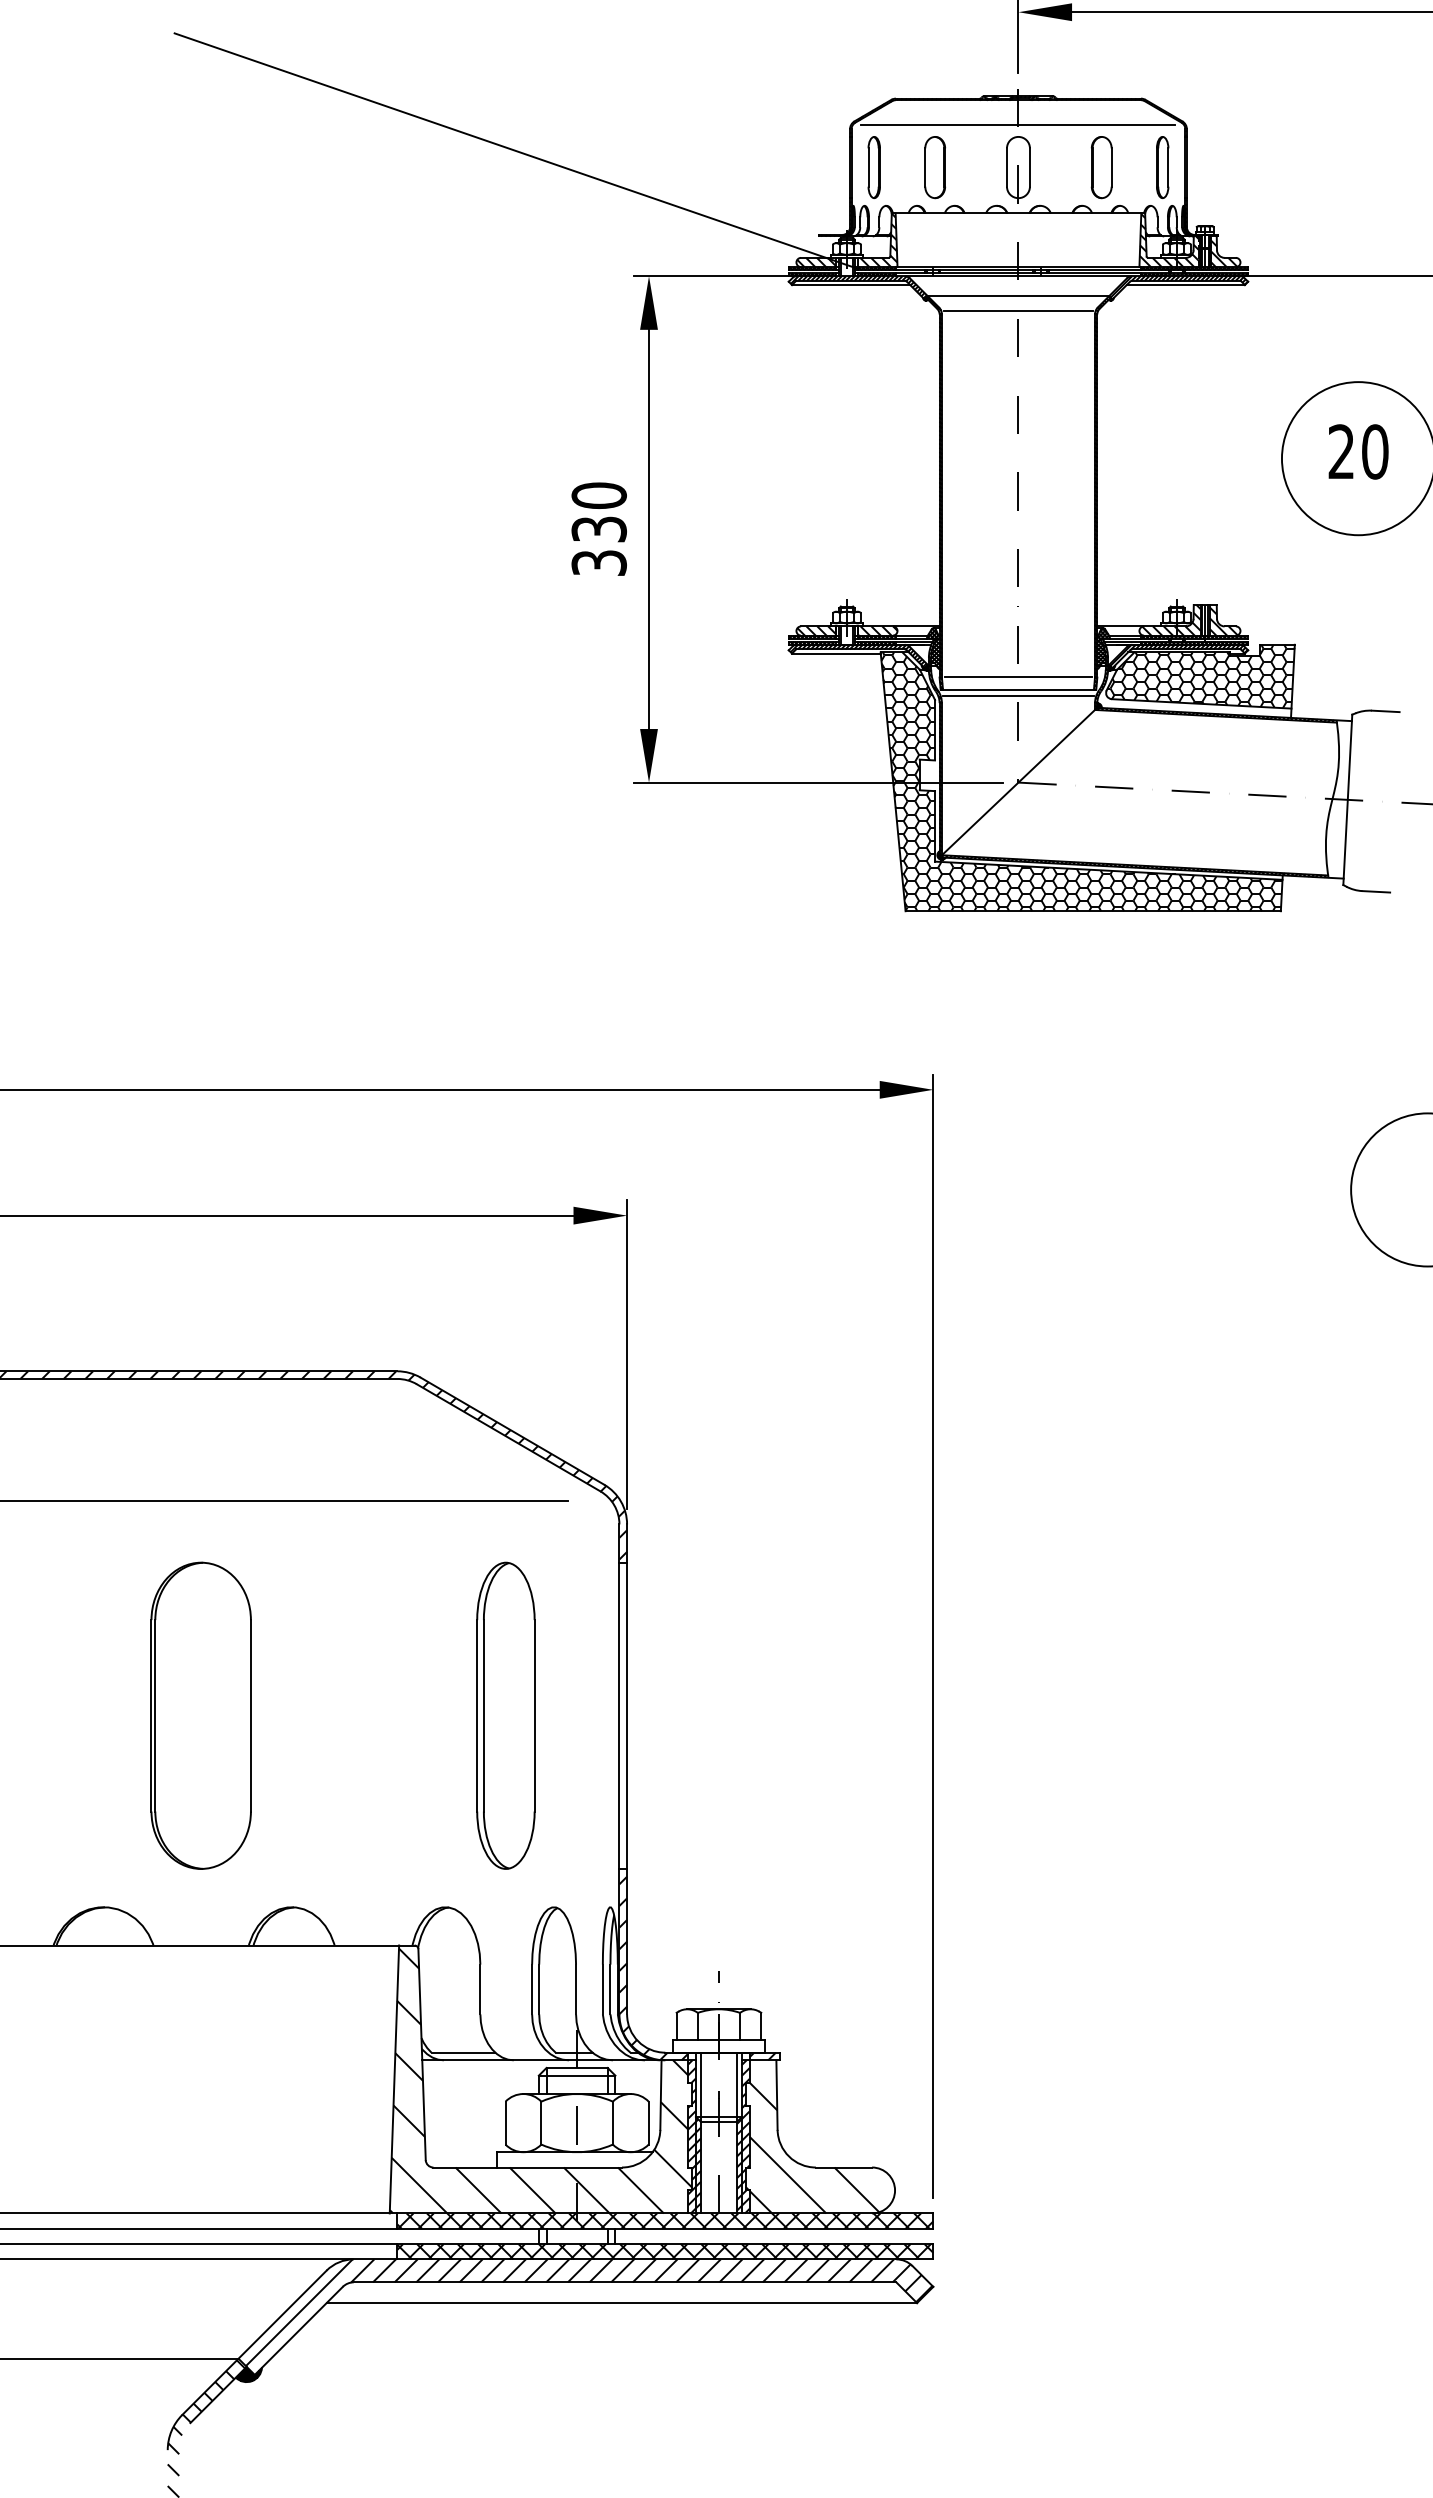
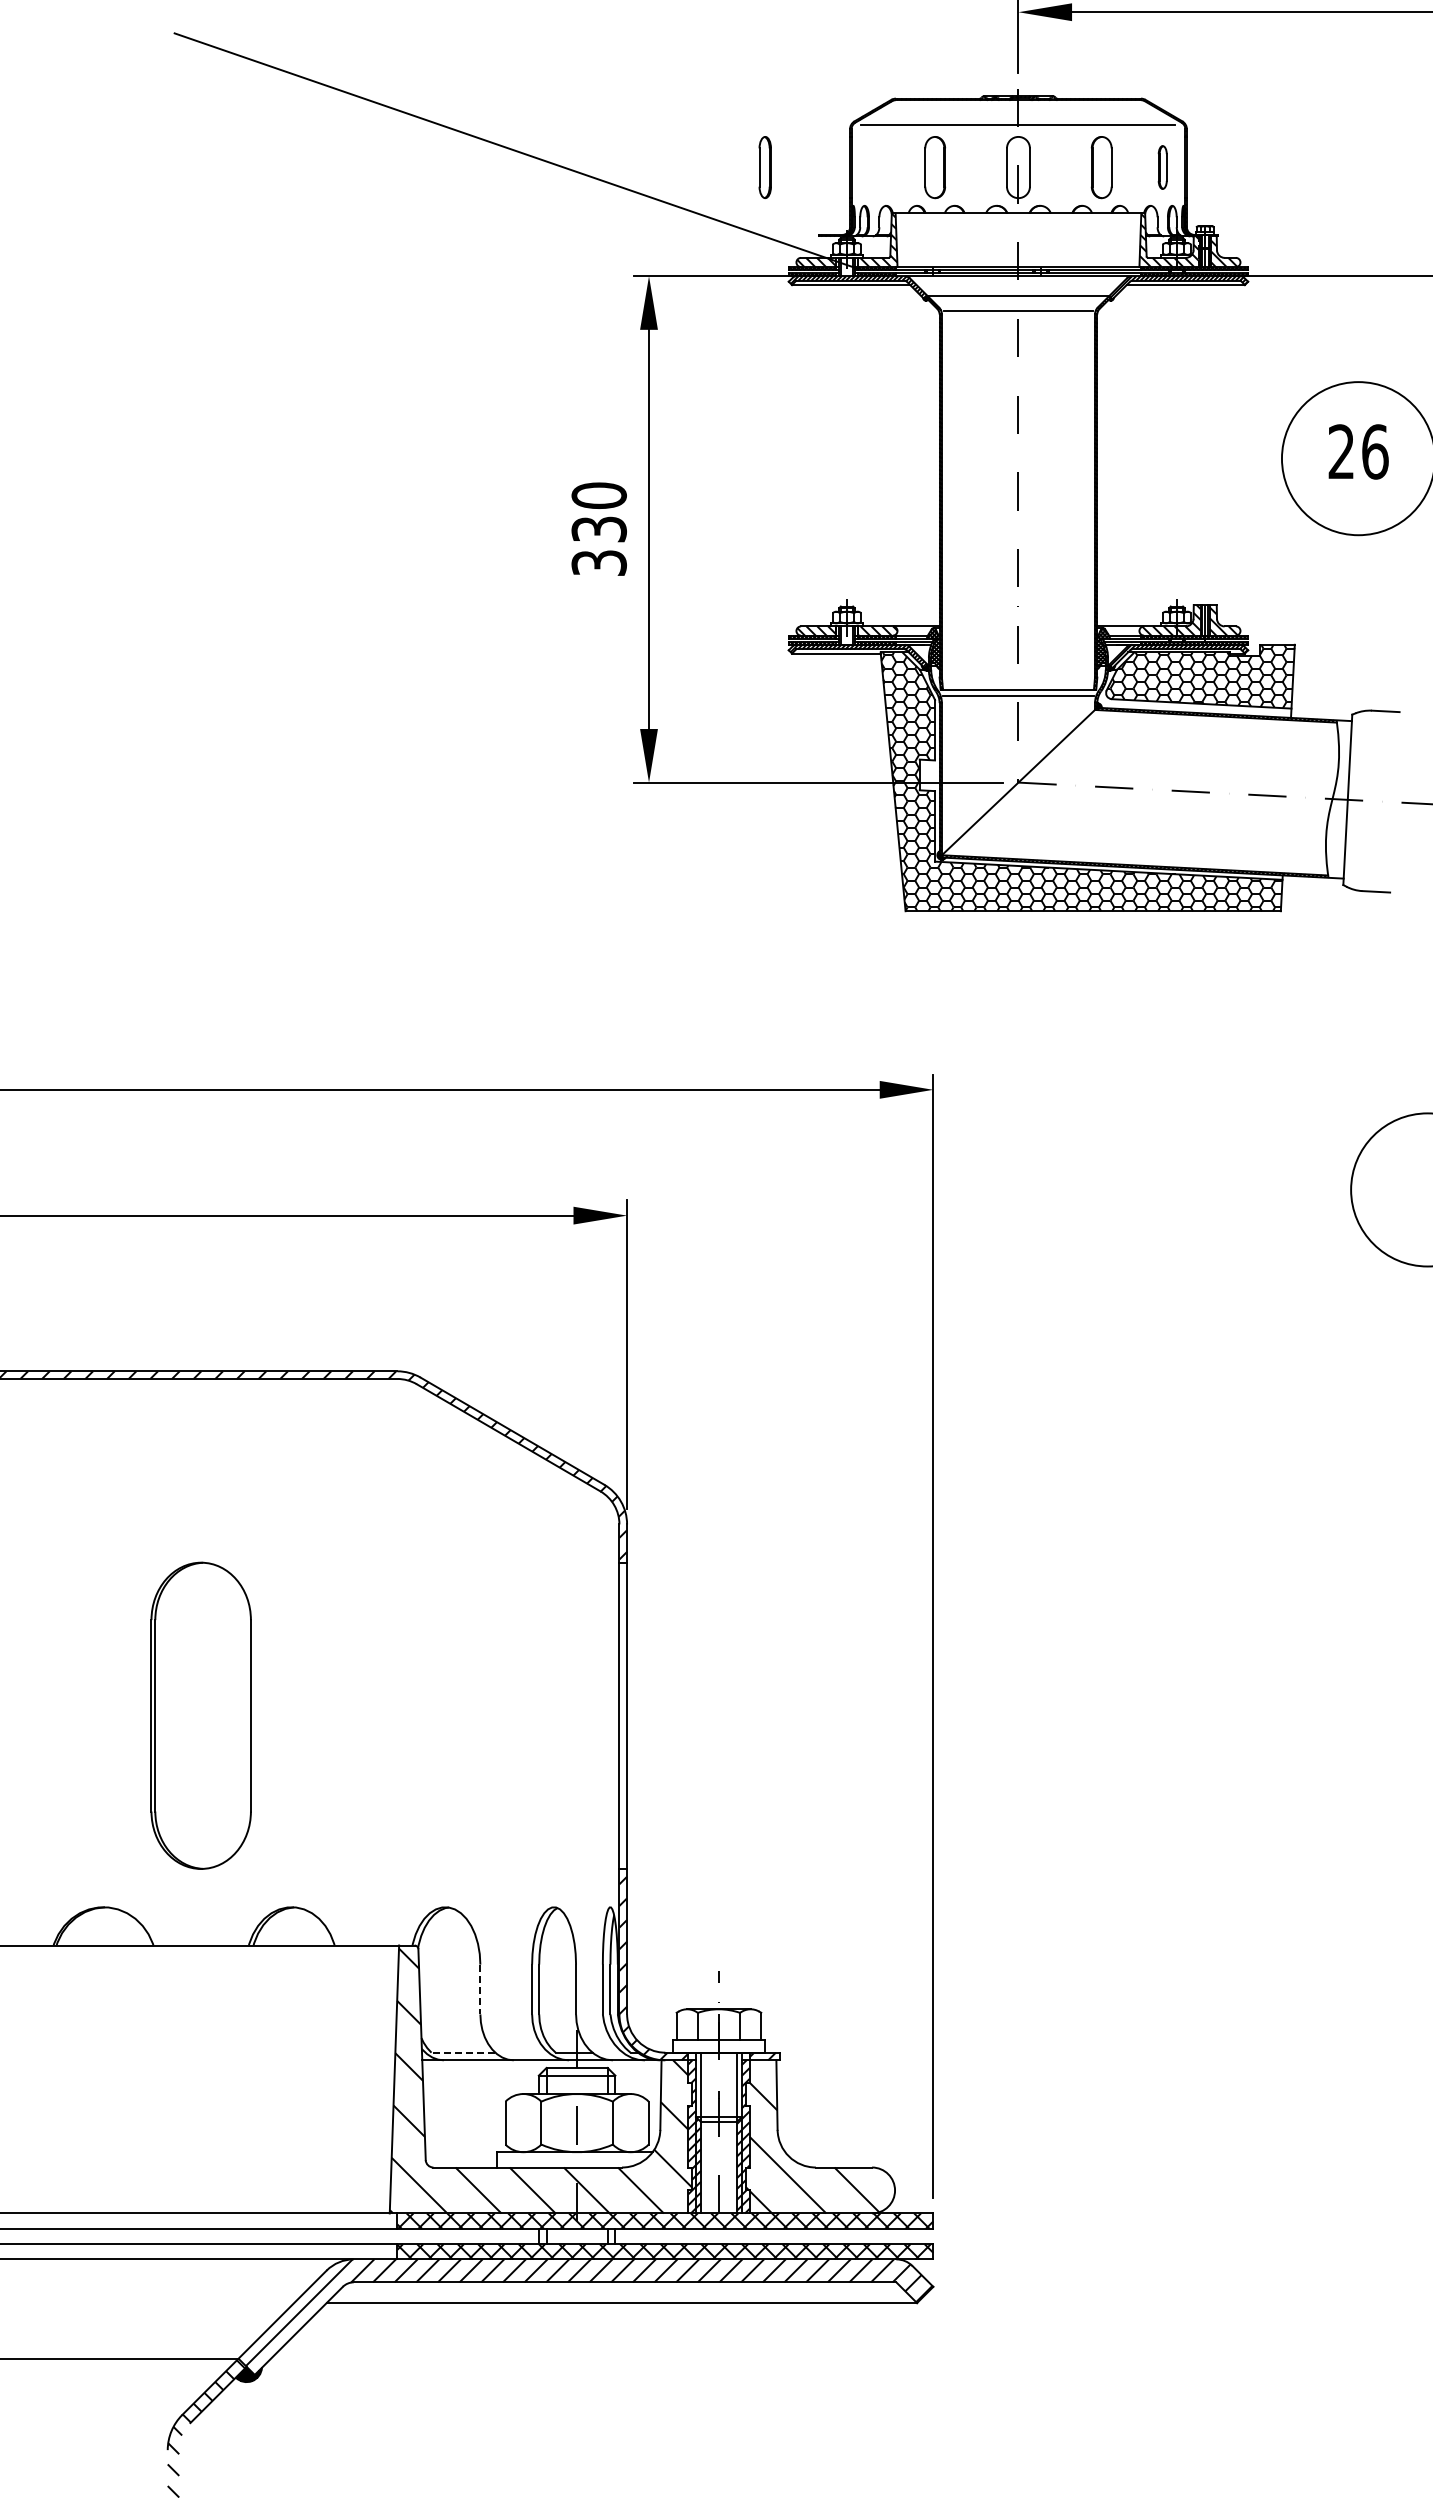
part at (873, 167) position: (873, 167) -> (764, 167)
part at (1162, 167) size: 14x63 px -> 11x45 px
text at (1375, 451): 20 -> 26
line at (1017, 677): present -> none
line at (285, 1501): present -> none
part at (505, 1715): present -> none
line at (480, 1989): solid -> dashed
line at (463, 2052): solid -> dashed
